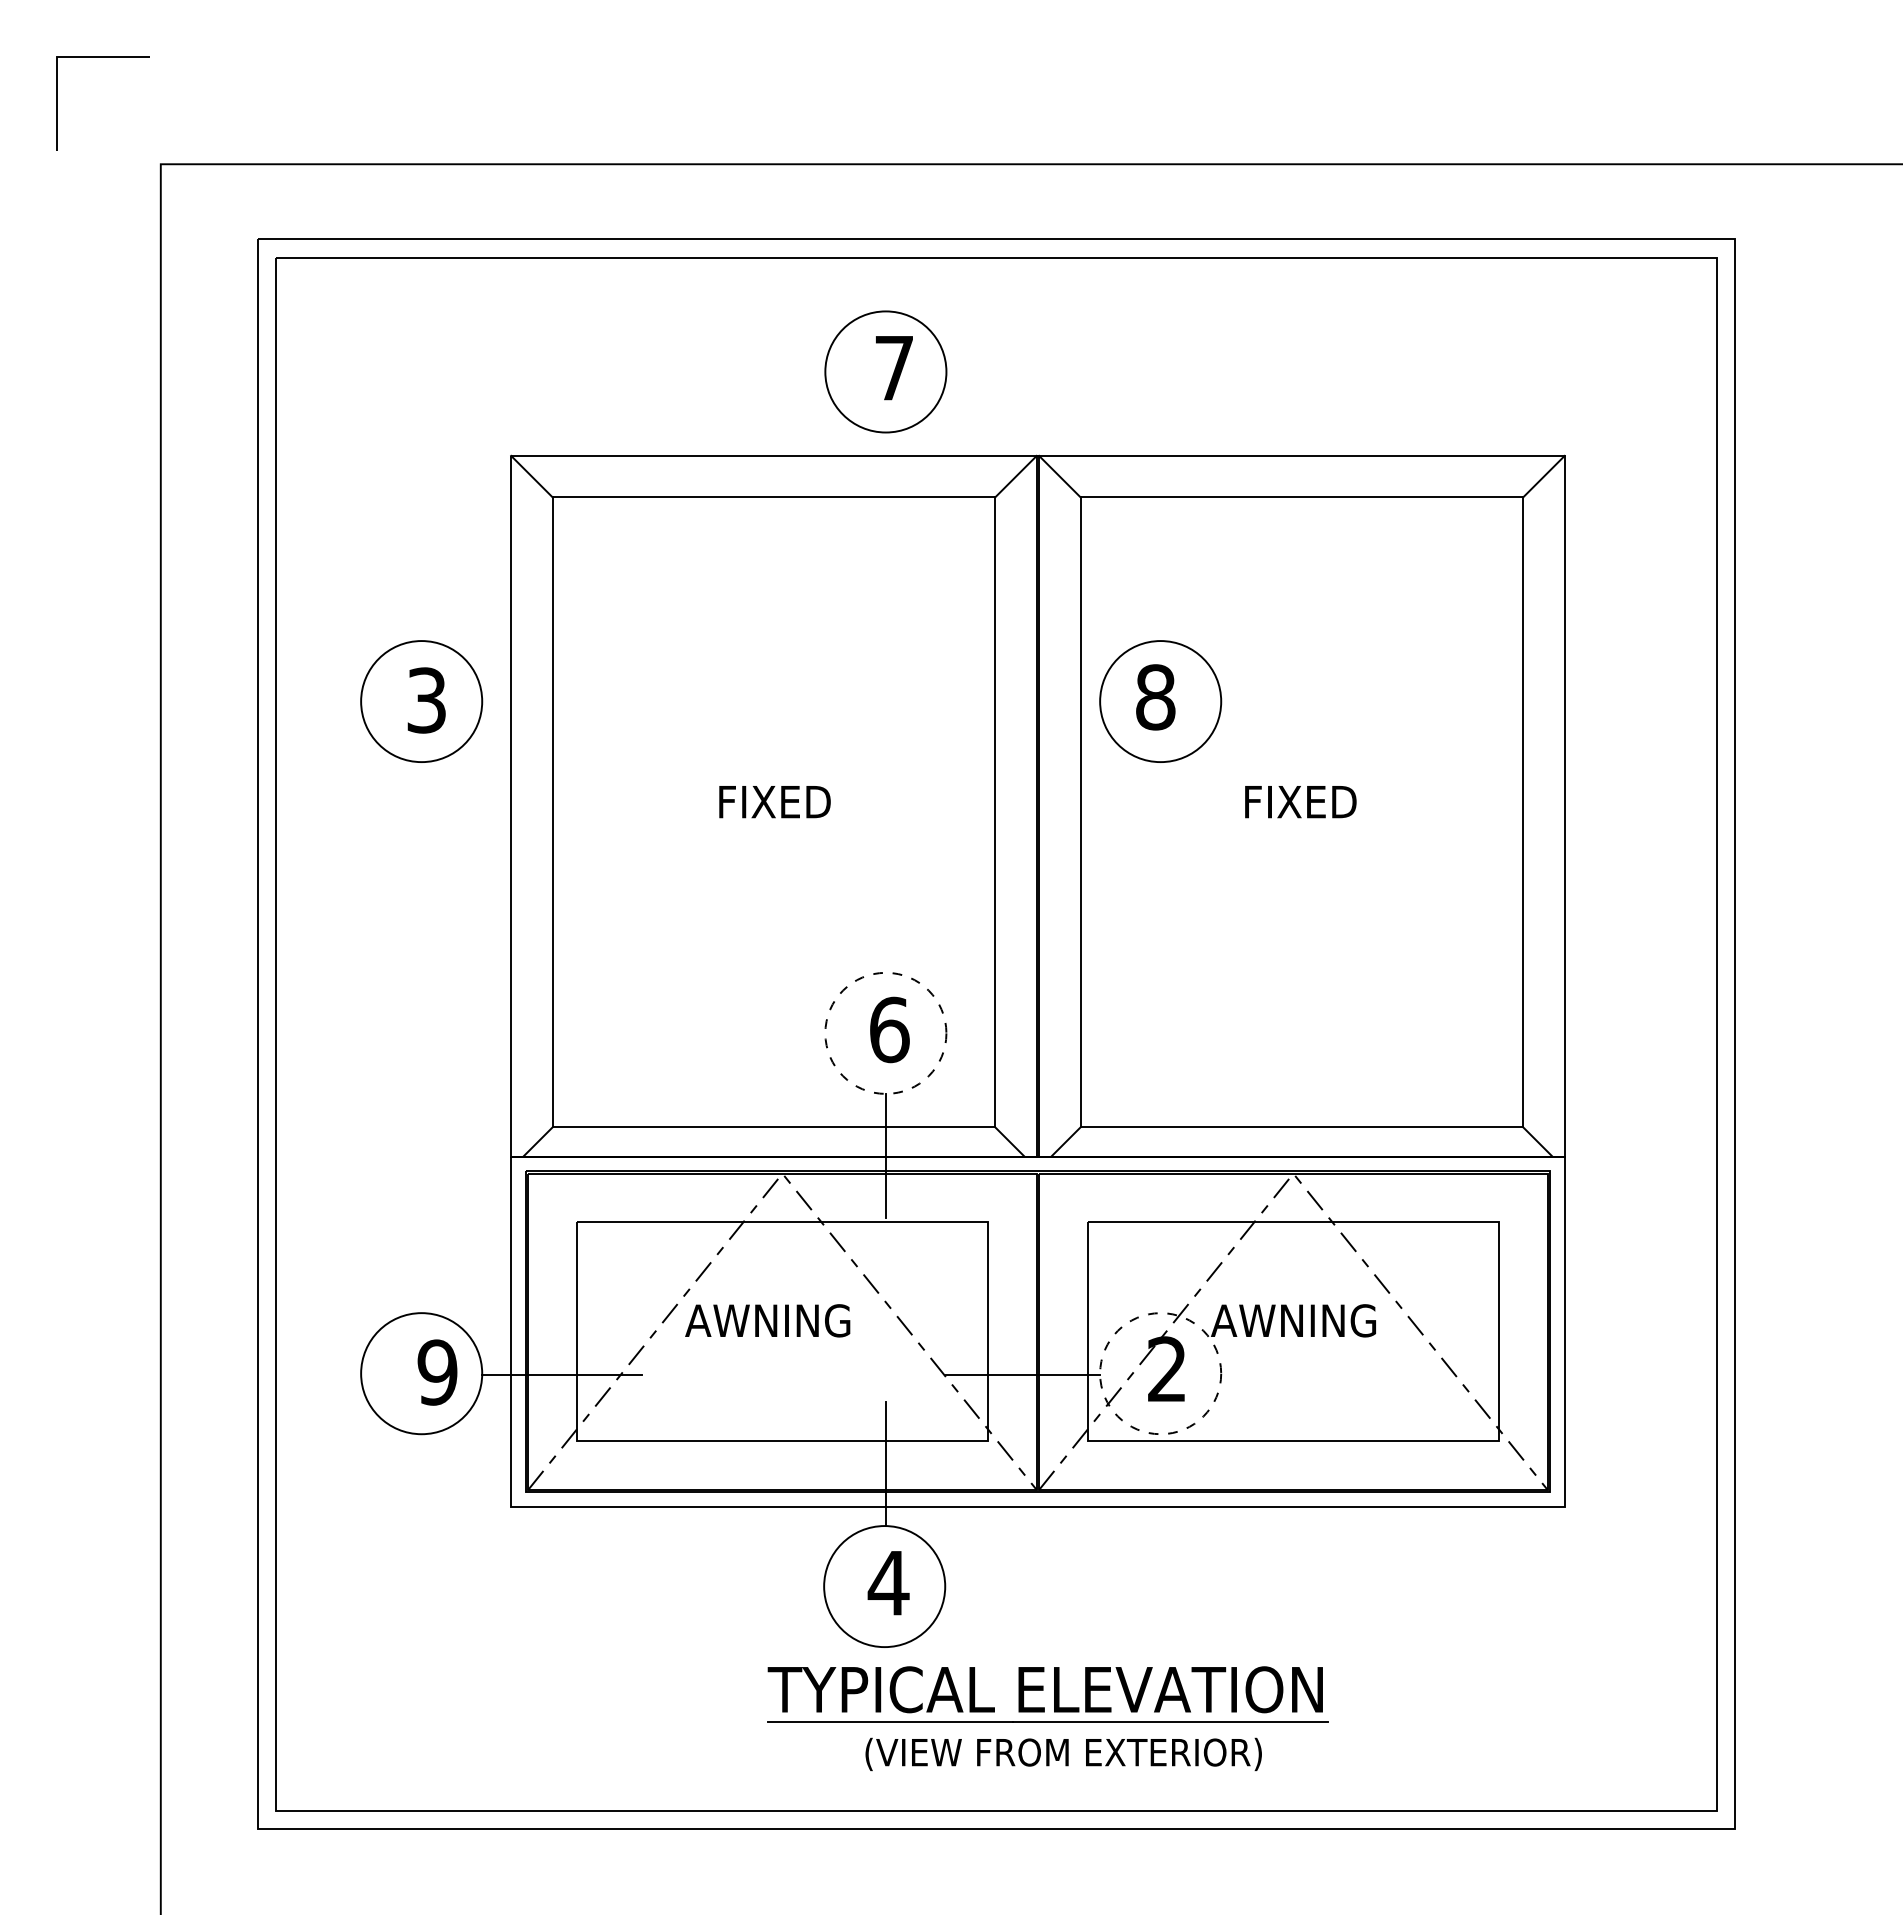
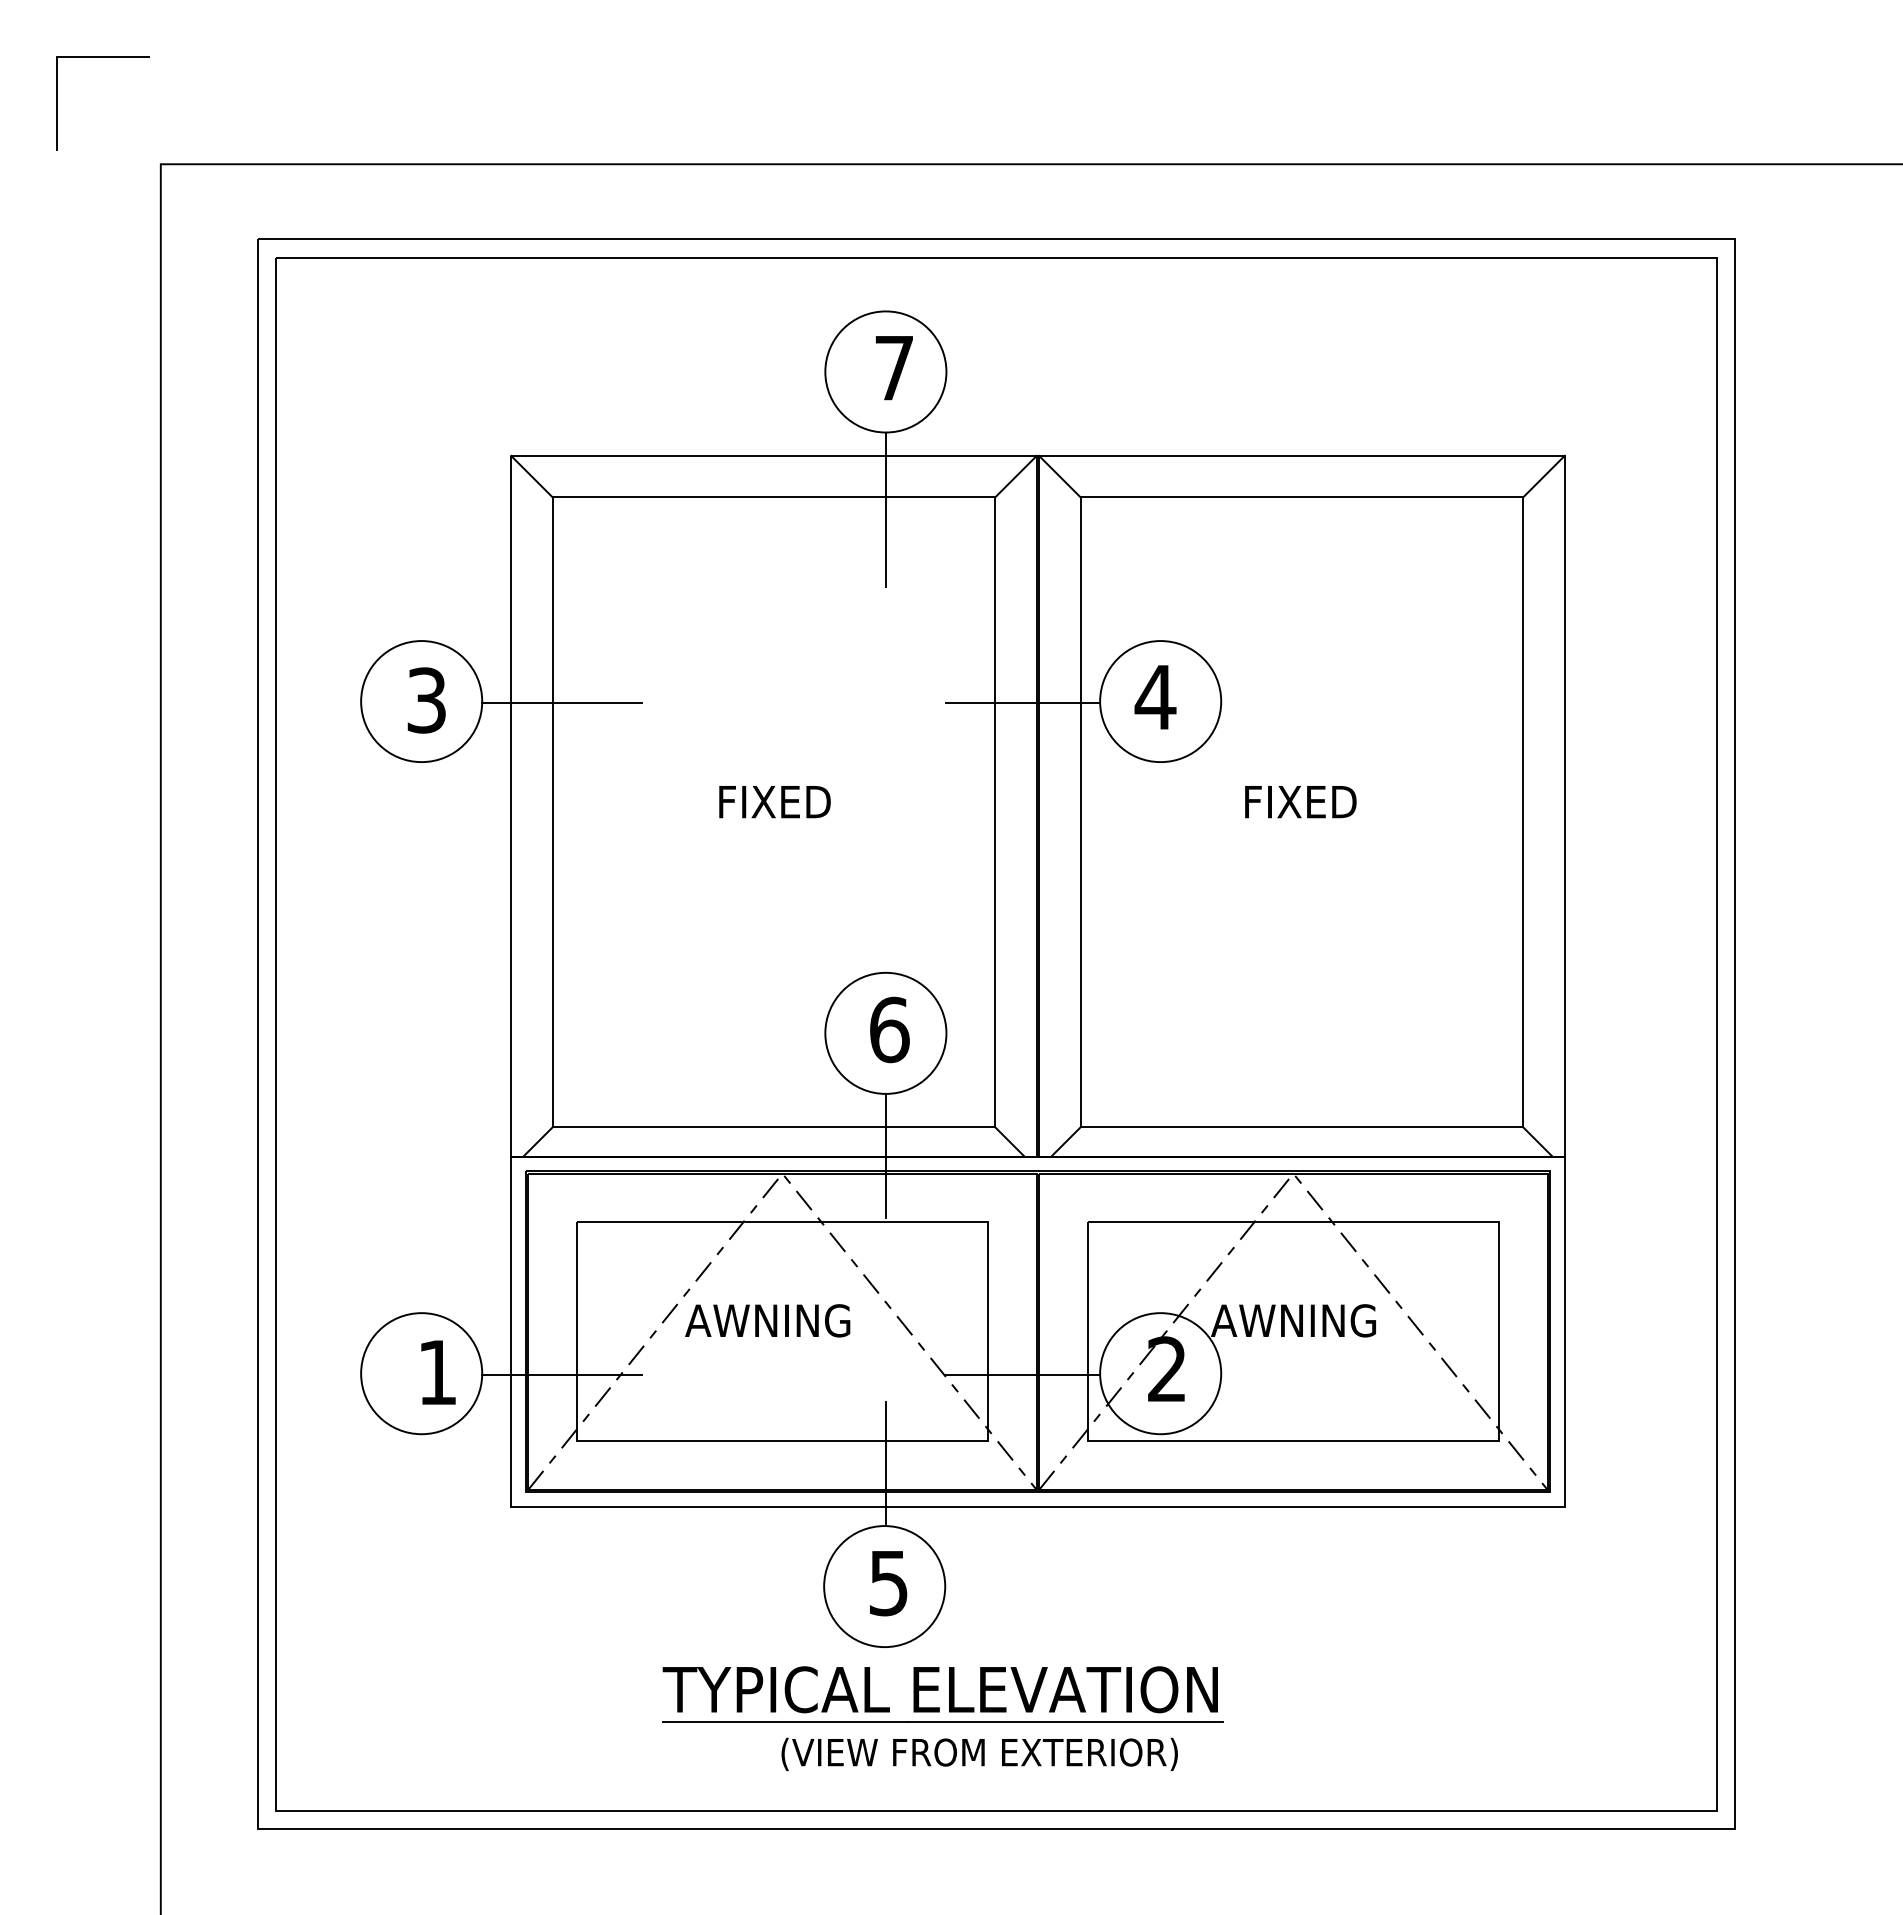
line at (885, 509): none -> present
text at (1155, 697): 8 -> 4
line at (562, 703): none -> present
line at (1023, 703): none -> present
circle at (885, 1032): dashed -> solid
text at (437, 1372): 9 -> 1
circle at (1160, 1373): dashed -> solid
text at (888, 1583): 4 -> 5
part at (1047, 1694) position: (1047, 1694) -> (942, 1694)
text at (1063, 1754) position: (1063, 1754) -> (979, 1754)
